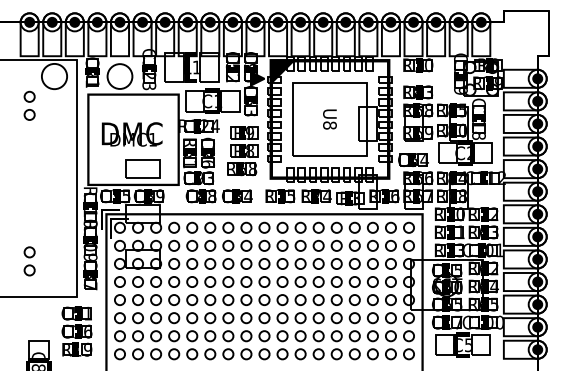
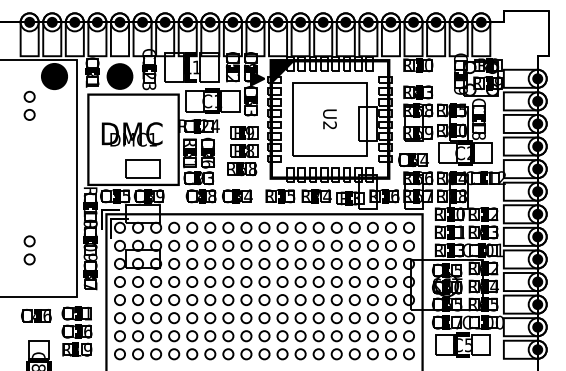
fill at (54, 76): none -> present
fill at (119, 76): none -> present
text at (329, 125): U8 -> U2
part at (29, 261) position: (29, 261) -> (29, 250)
part at (36, 315): none -> present
